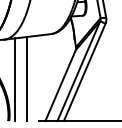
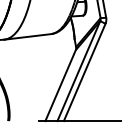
line at (27, 78): present -> none
line at (14, 79): present -> none
